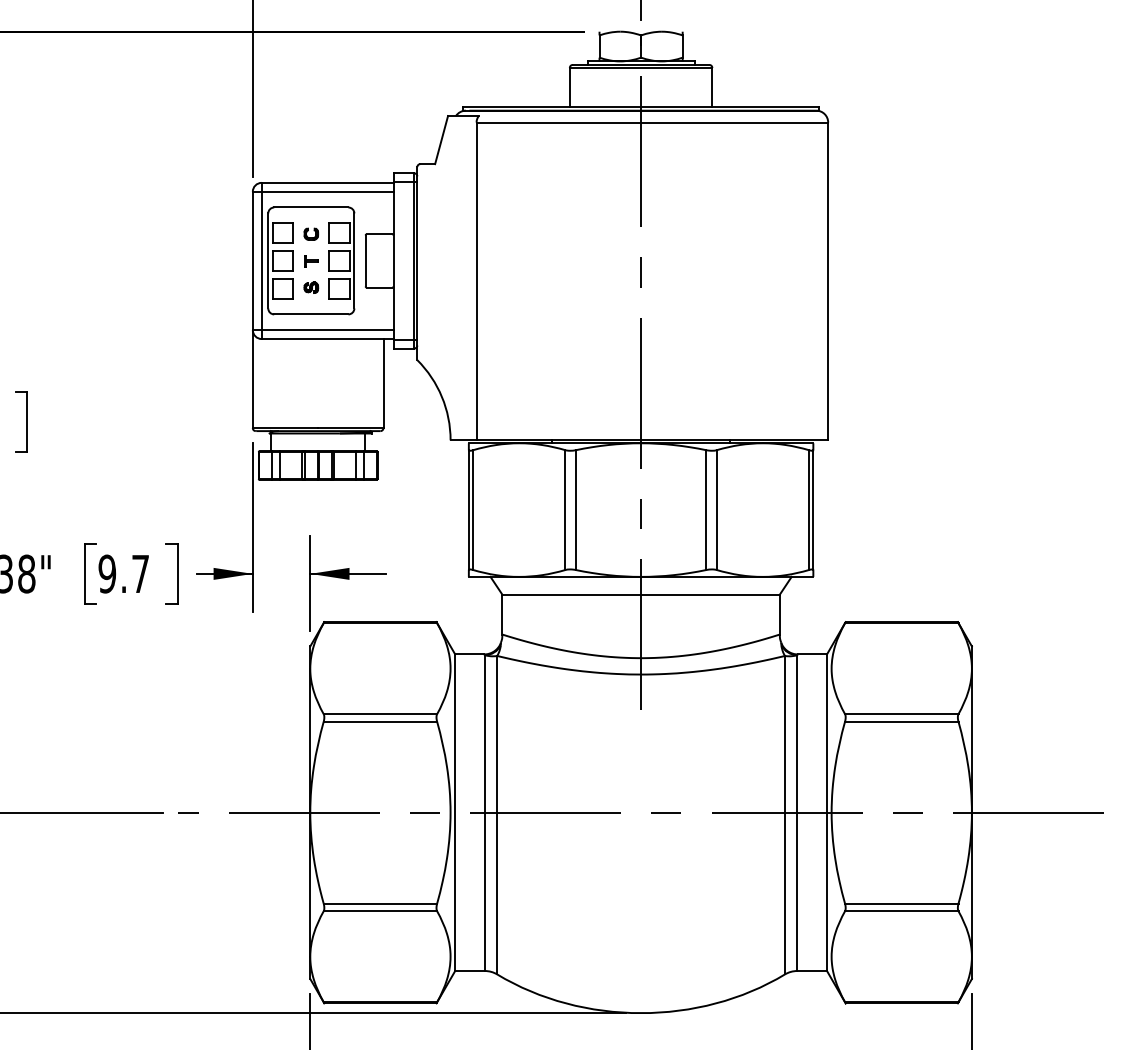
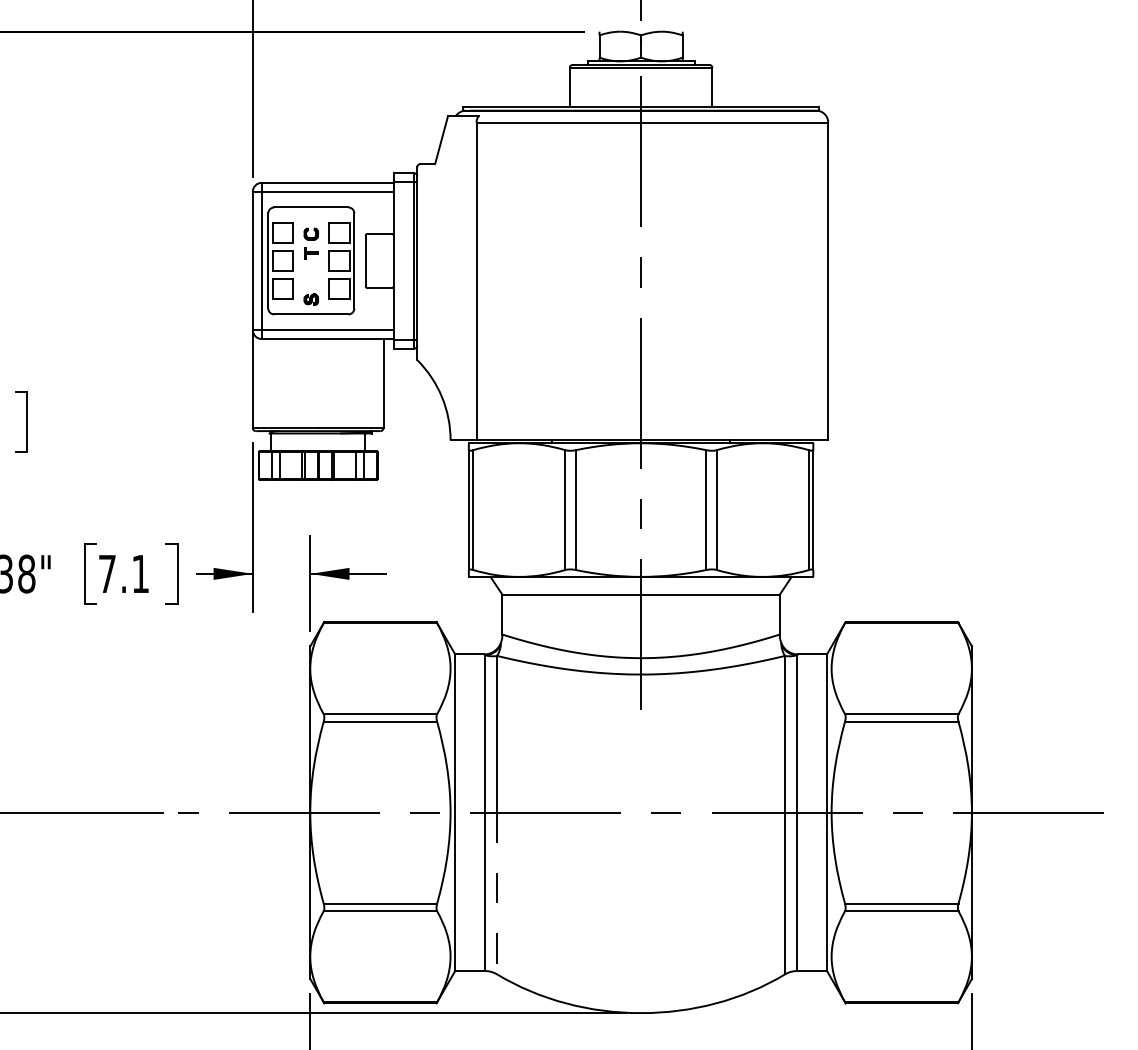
part at (311, 261) position: (311, 261) -> (311, 253)
part at (311, 287) position: (311, 287) -> (311, 299)
text at (123, 573): 9.7 -> 7.1
line at (497, 893): solid -> dashed
